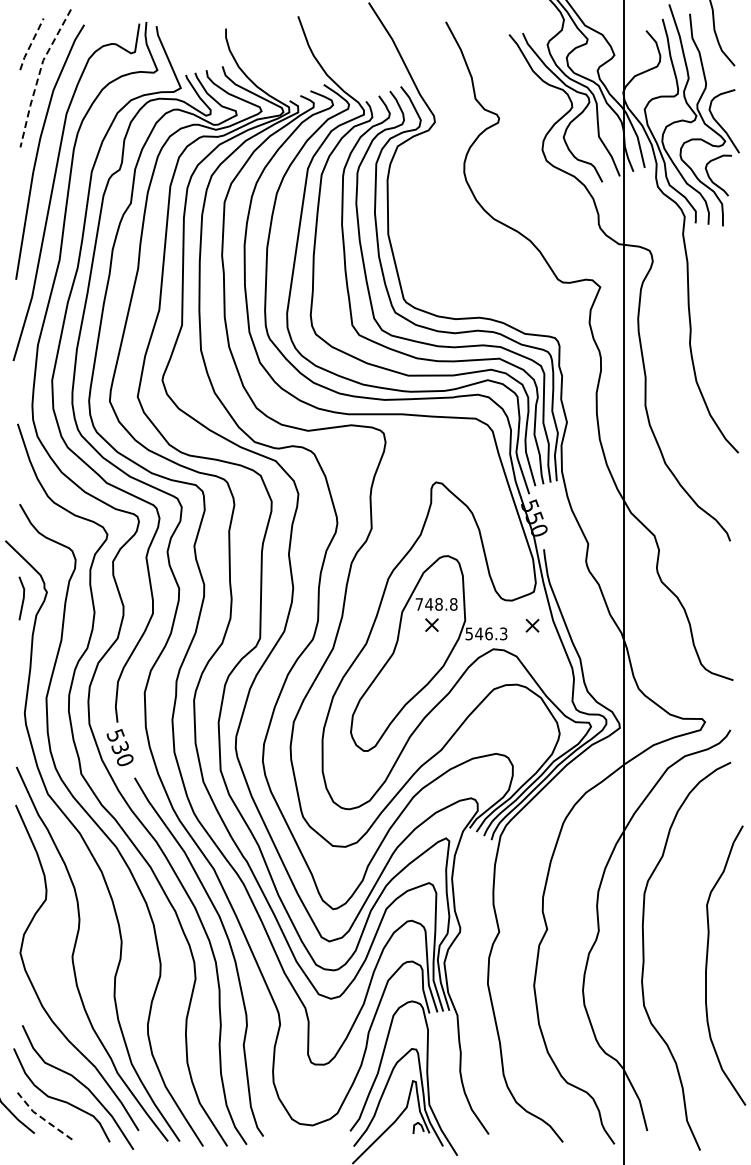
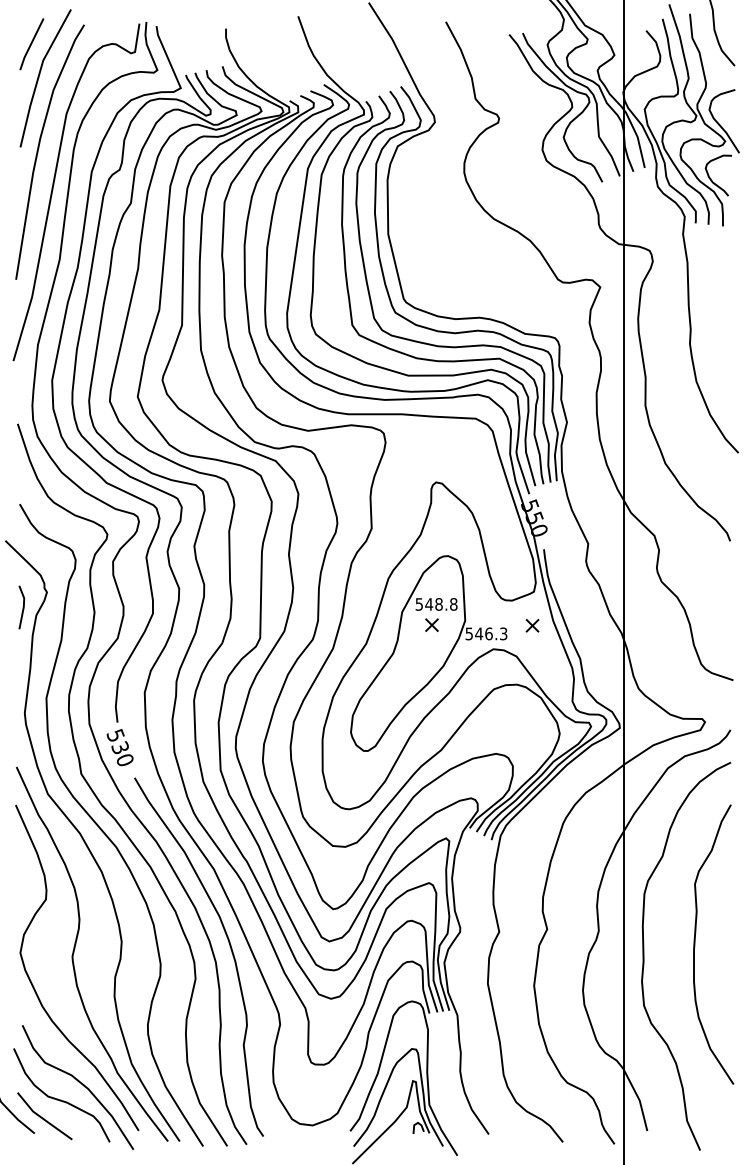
line at (31, 44): dashed -> solid
line at (38, 75): dashed -> solid
line at (22, 598) position: (22, 598) -> (22, 607)
text at (418, 604): 748.8 -> 548.8
curve at (707, 965) position: (707, 965) -> (695, 944)
line at (42, 1118): dashed -> solid
